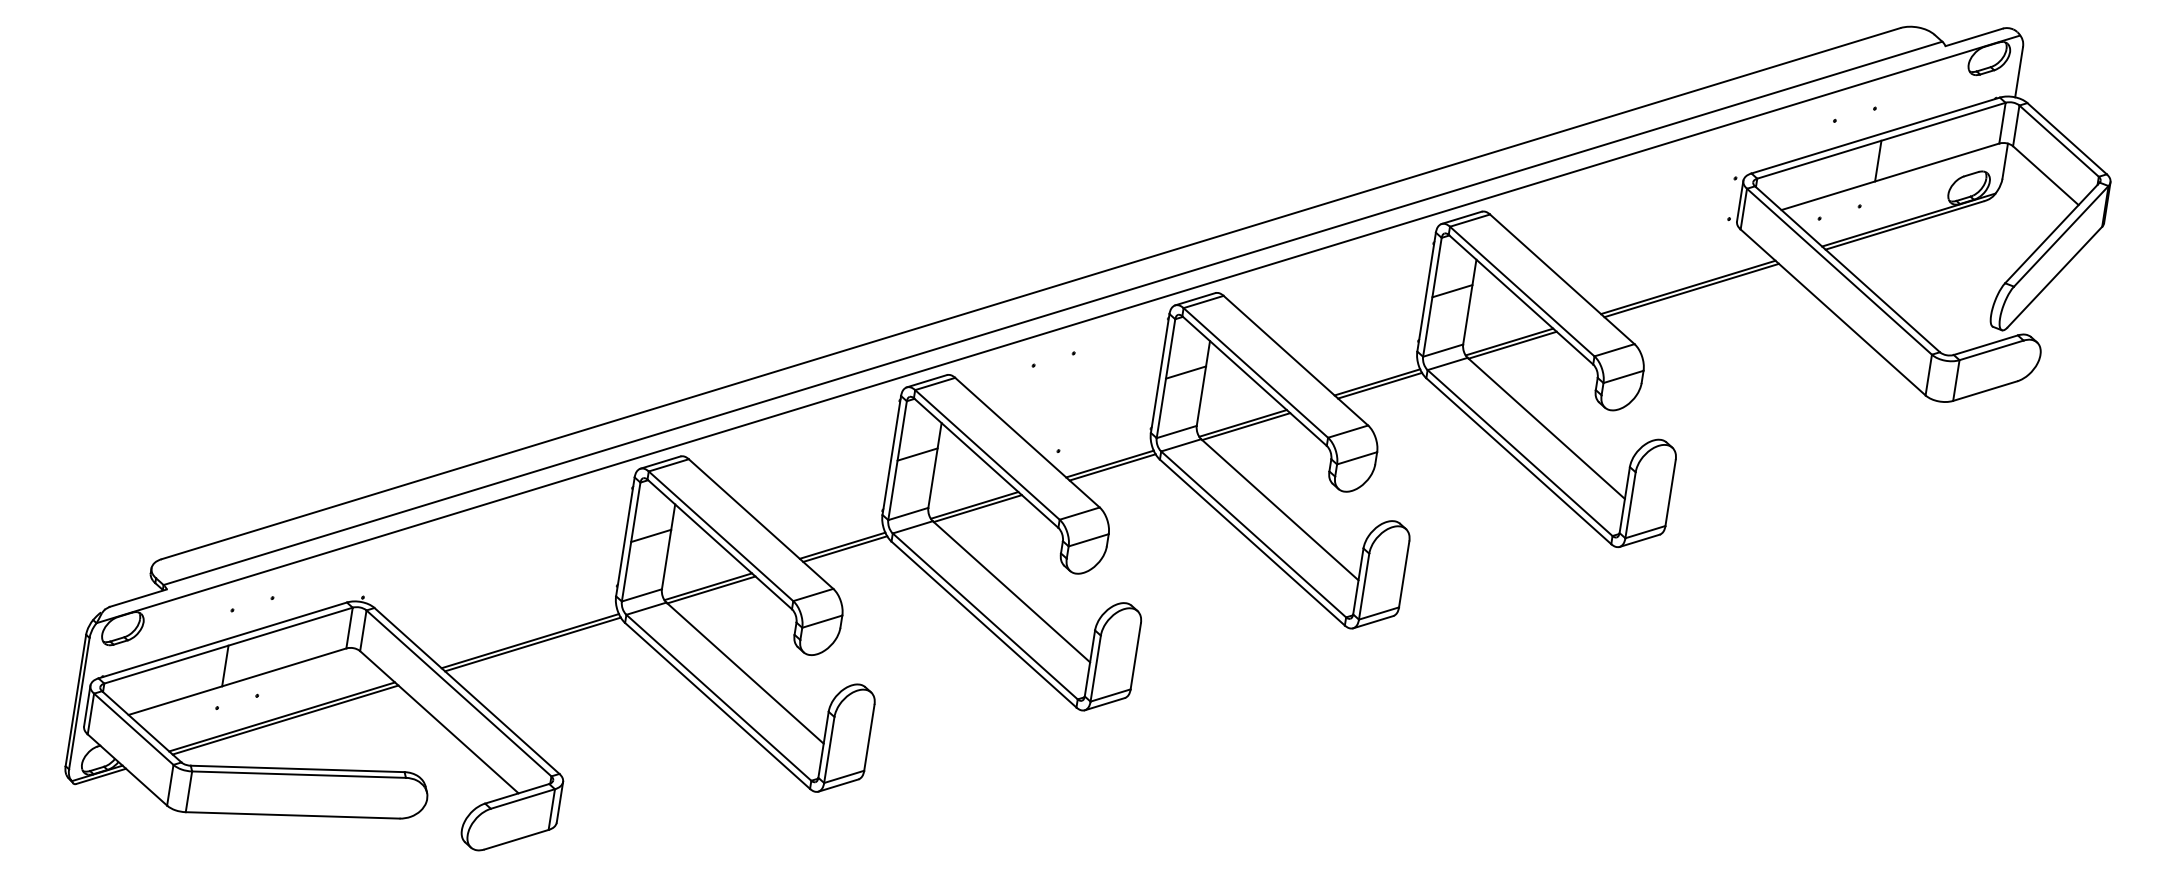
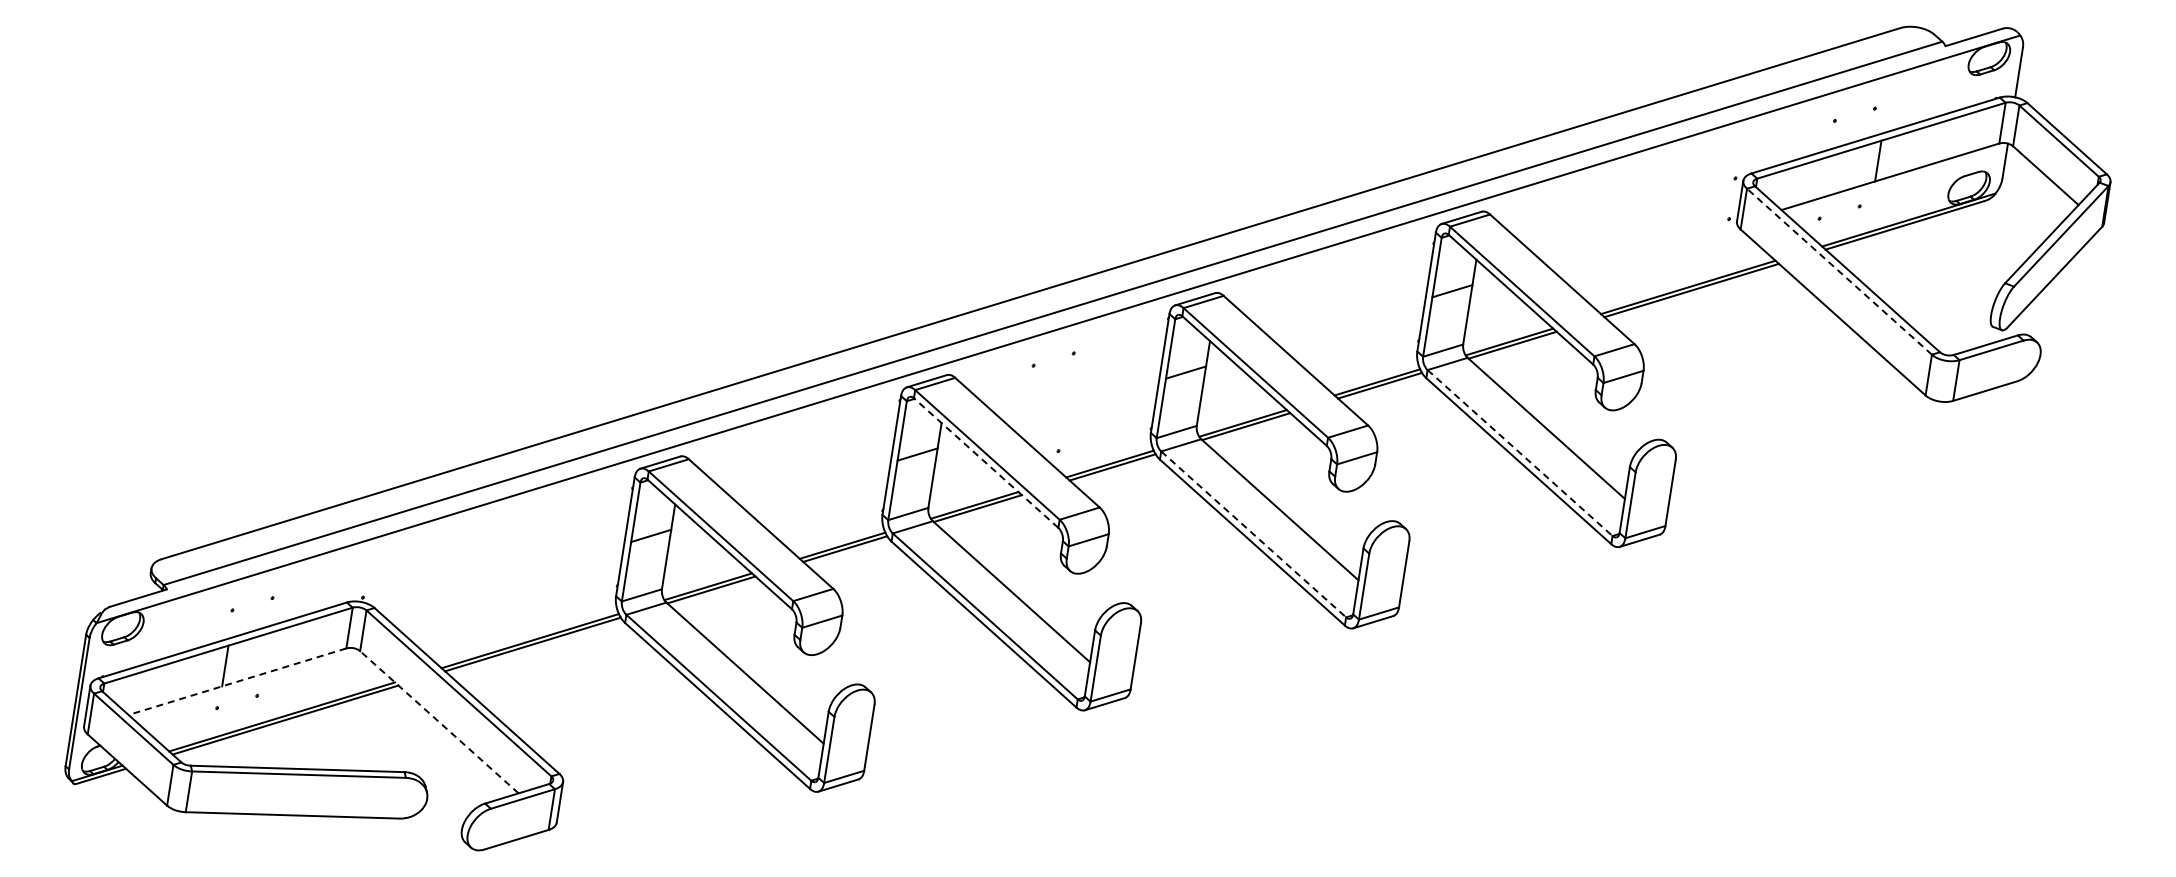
line at (1839, 271): solid -> dashed
line at (1520, 453): solid -> dashed
line at (985, 462): solid -> dashed
line at (1254, 534): solid -> dashed
line at (237, 681): solid -> dashed
line at (439, 721): solid -> dashed
